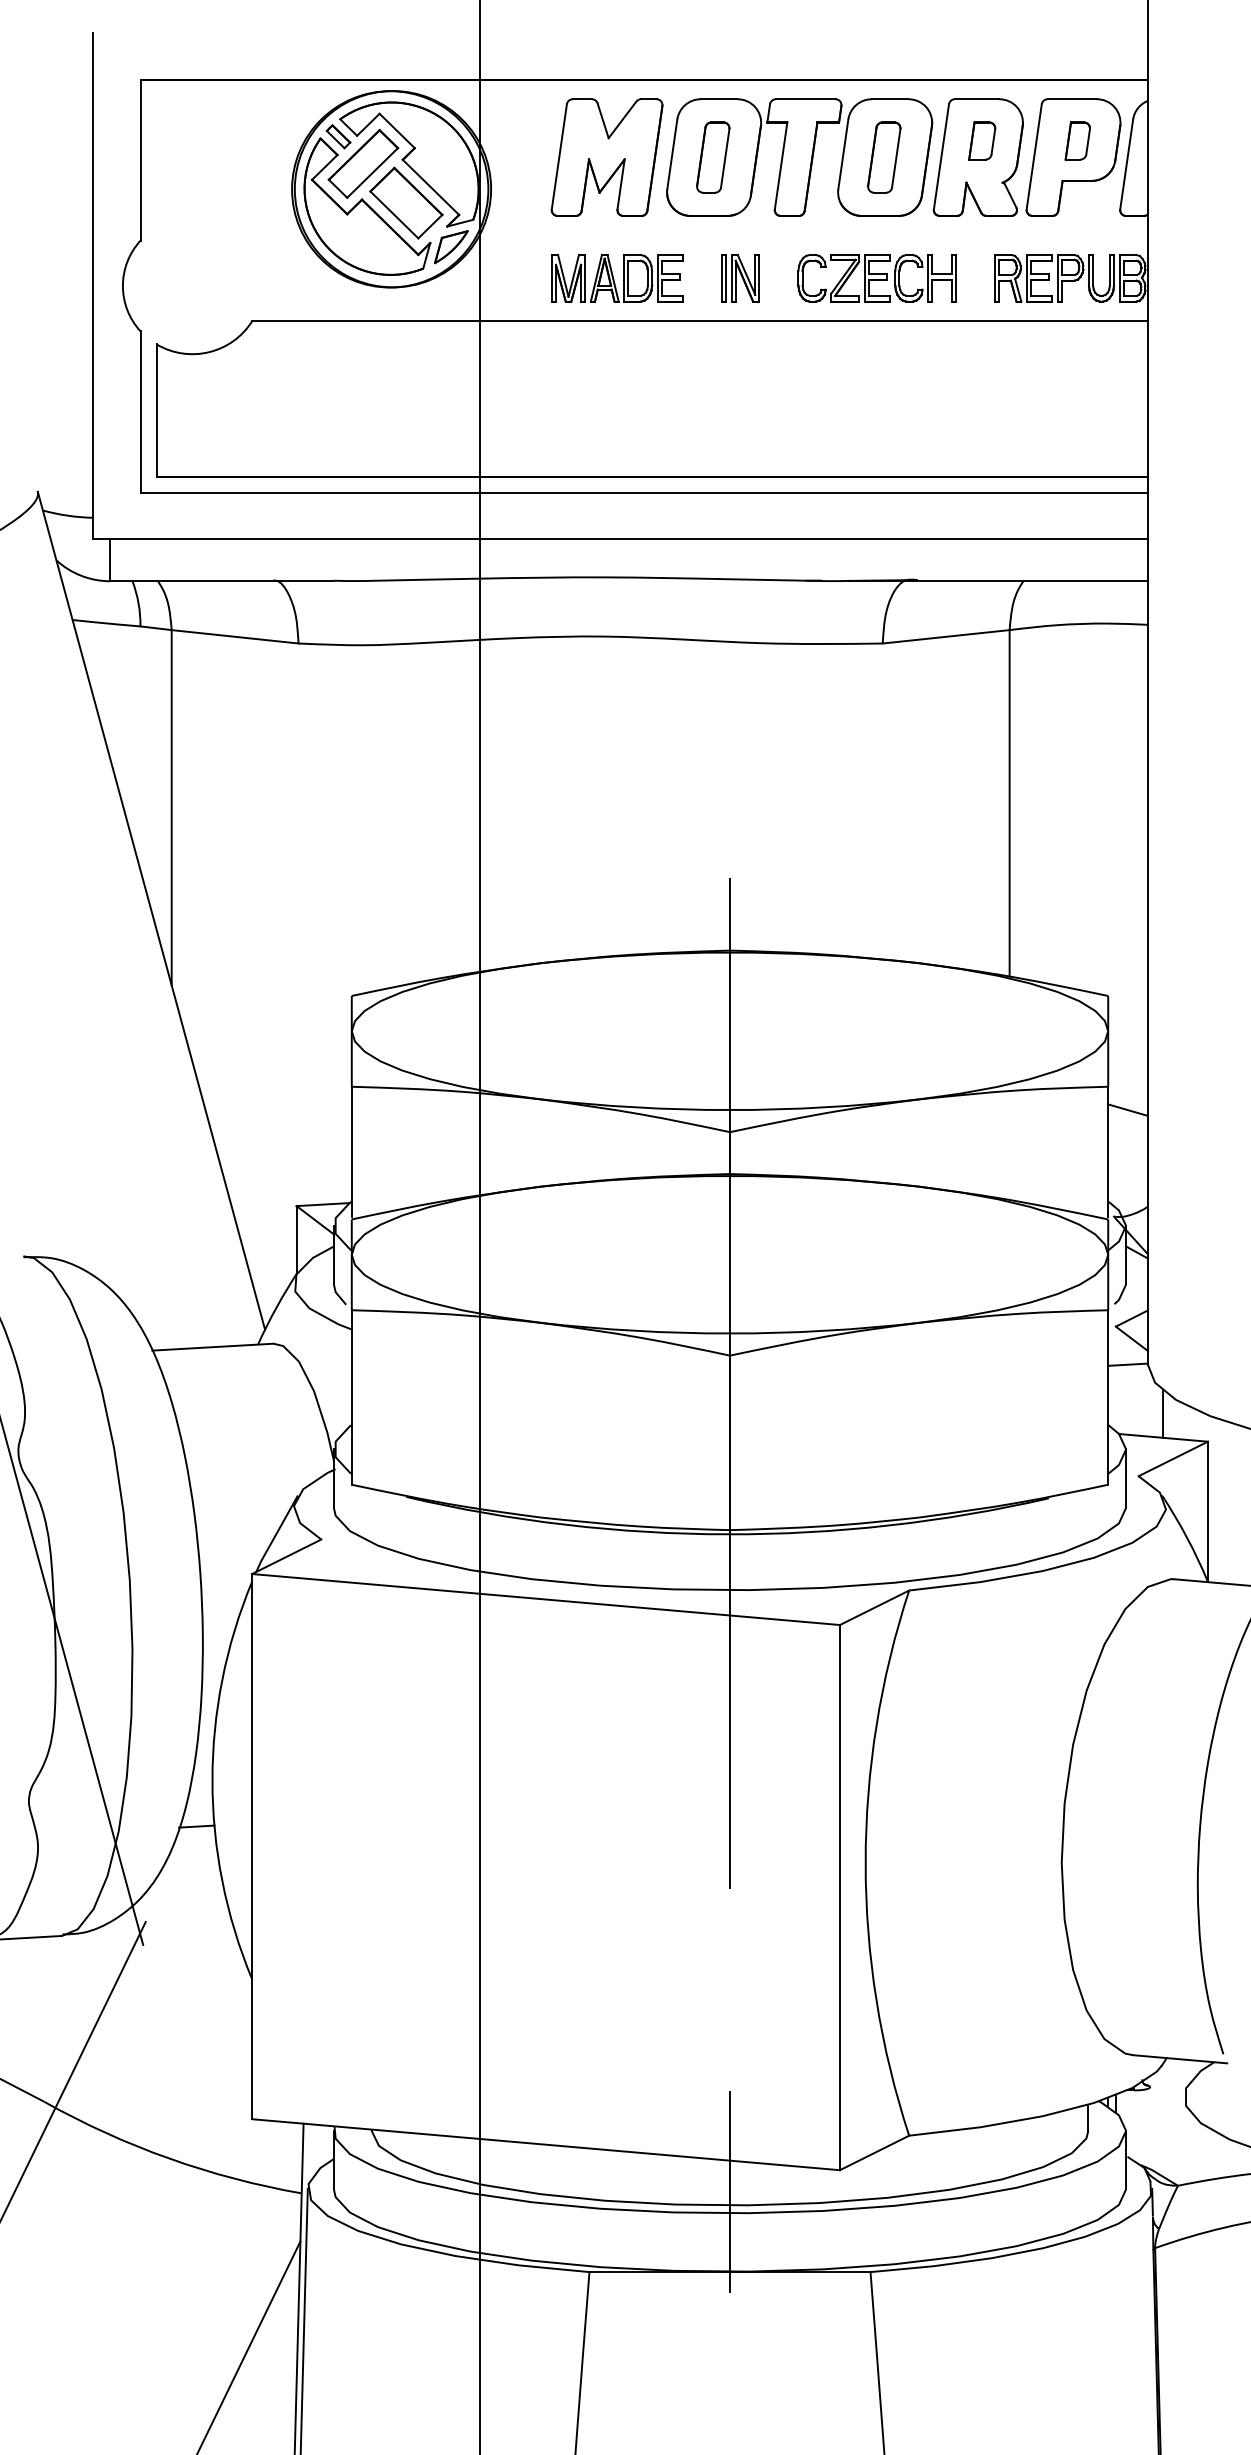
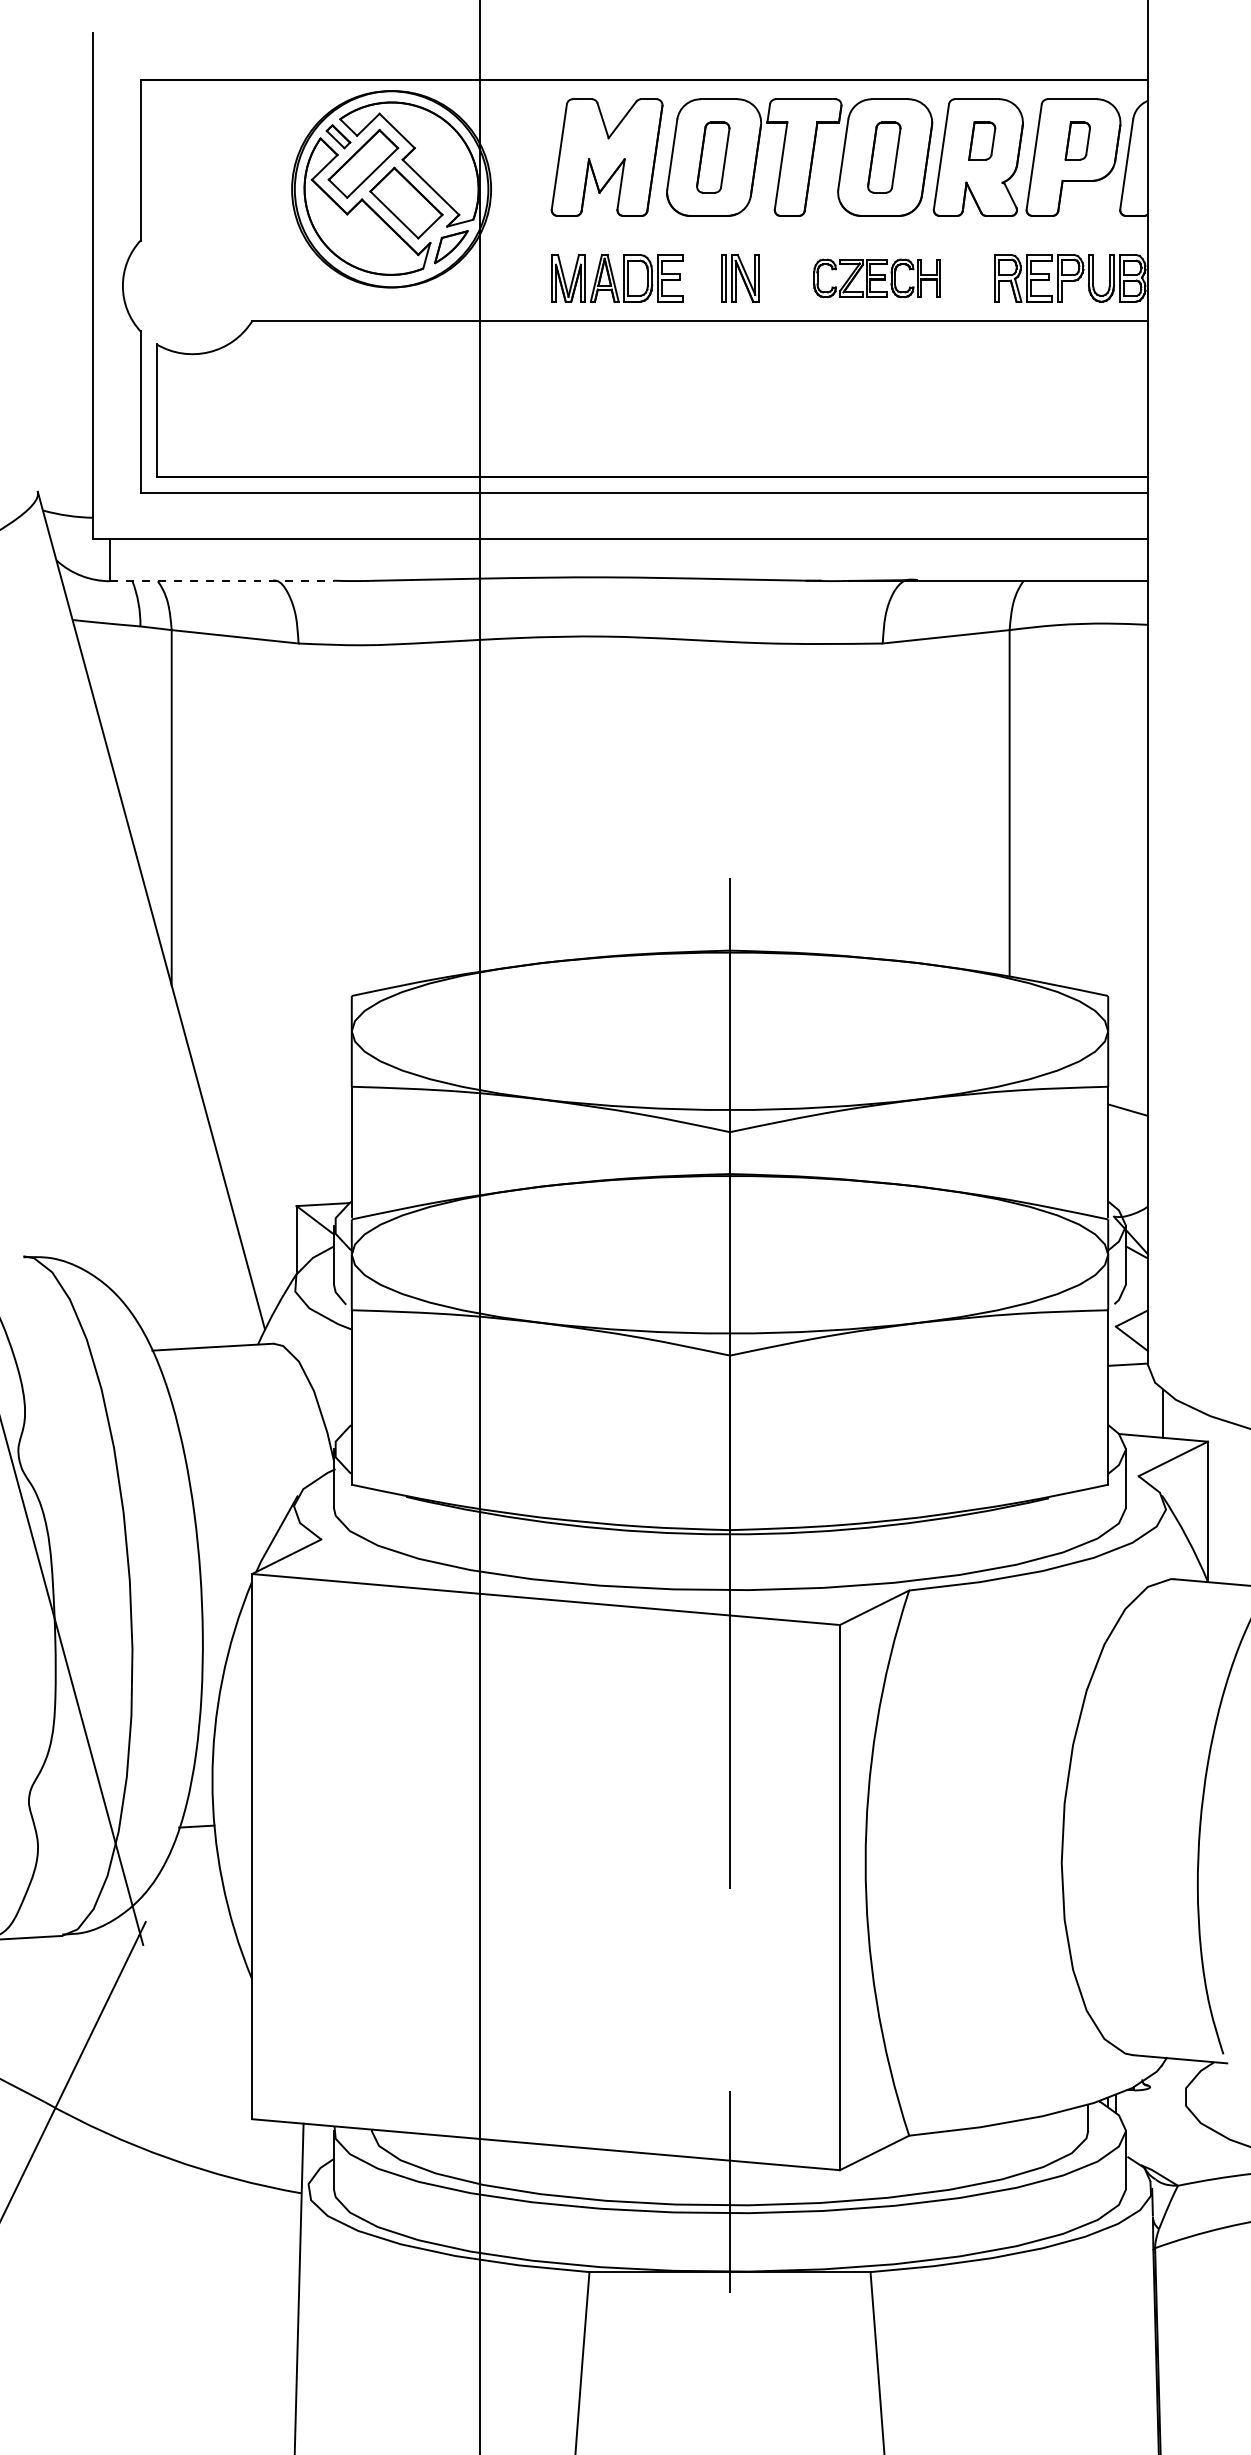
part at (876, 278) size: 160x49 px -> 128x41 px
line at (221, 581): solid -> dashed
line at (303, 2319): present -> none
line at (249, 2346): present -> none
